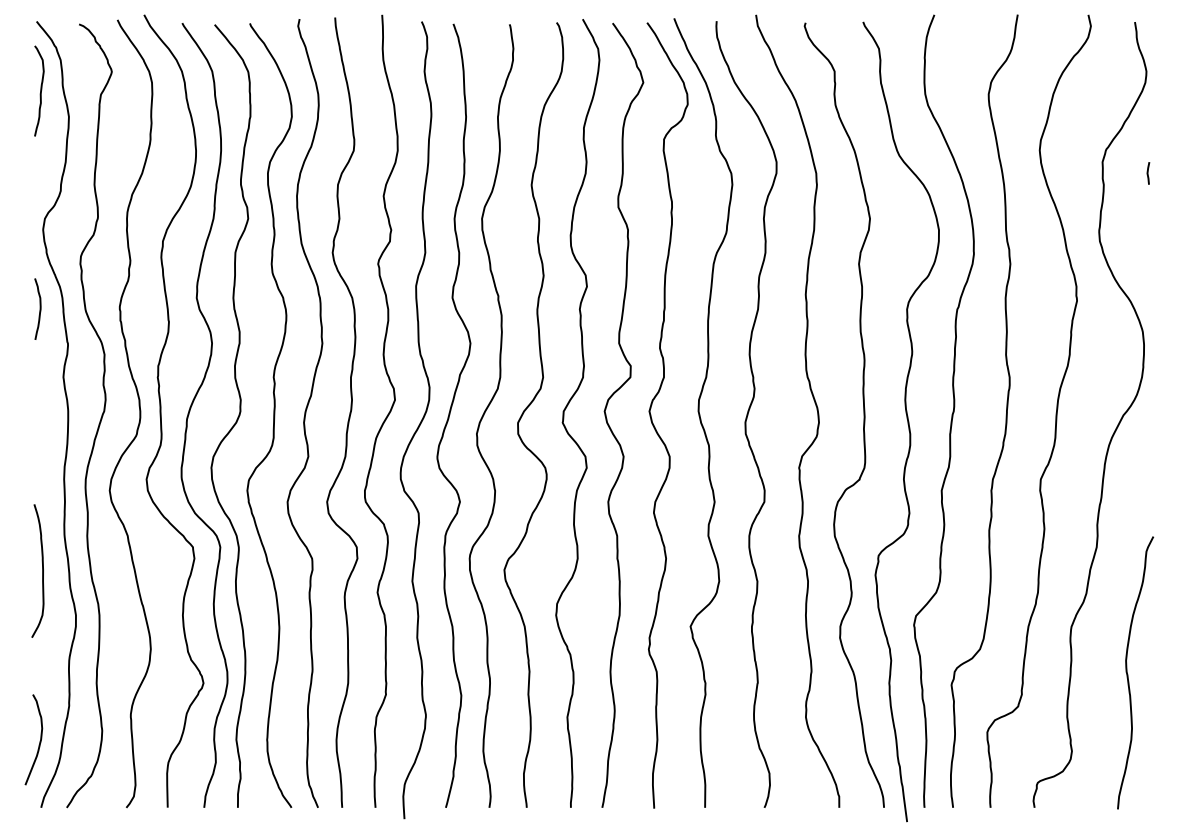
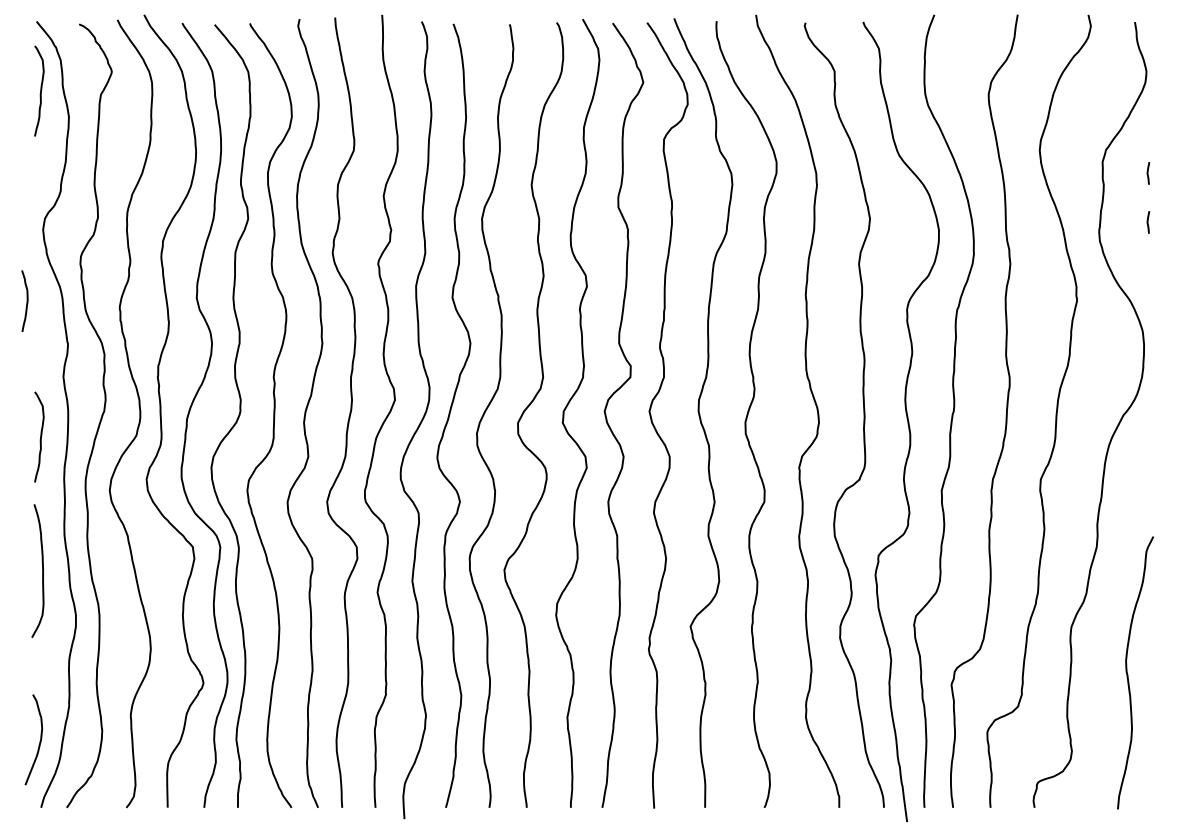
line at (1148, 222): none -> present
curve at (39, 308) position: (39, 308) -> (26, 300)
curve at (40, 436): none -> present
